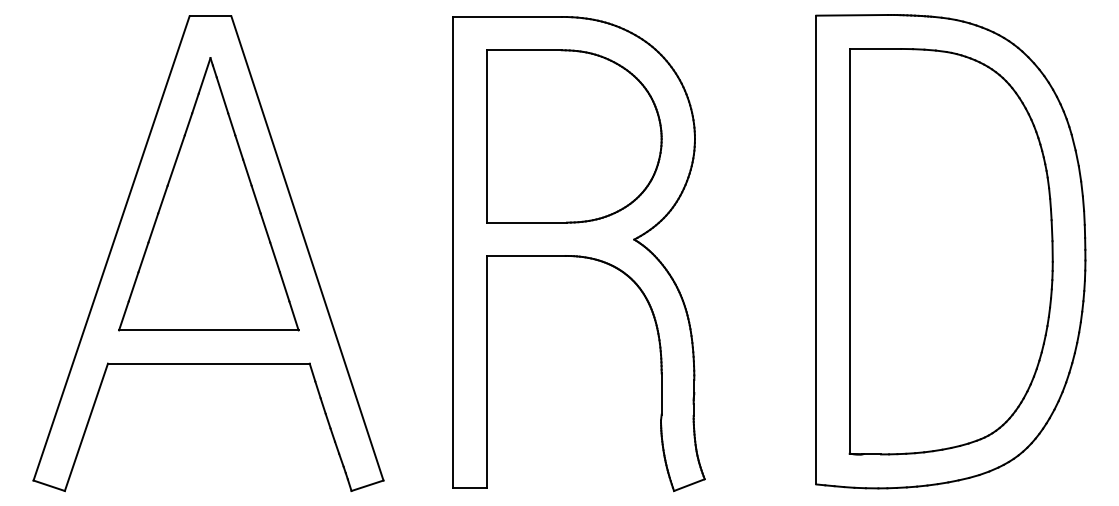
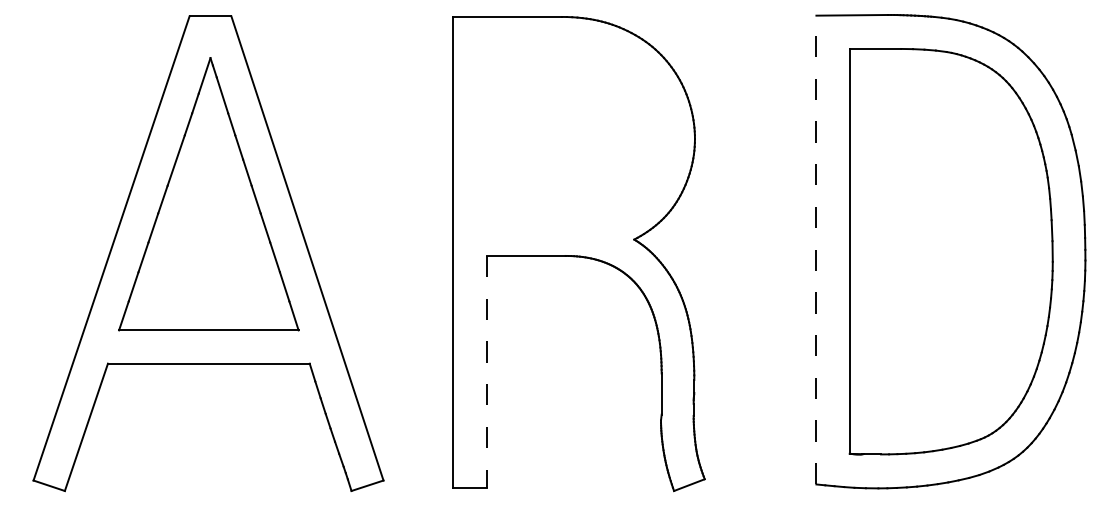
part at (574, 136): present -> none
line at (816, 249): solid -> dashed
line at (486, 371): solid -> dashed
